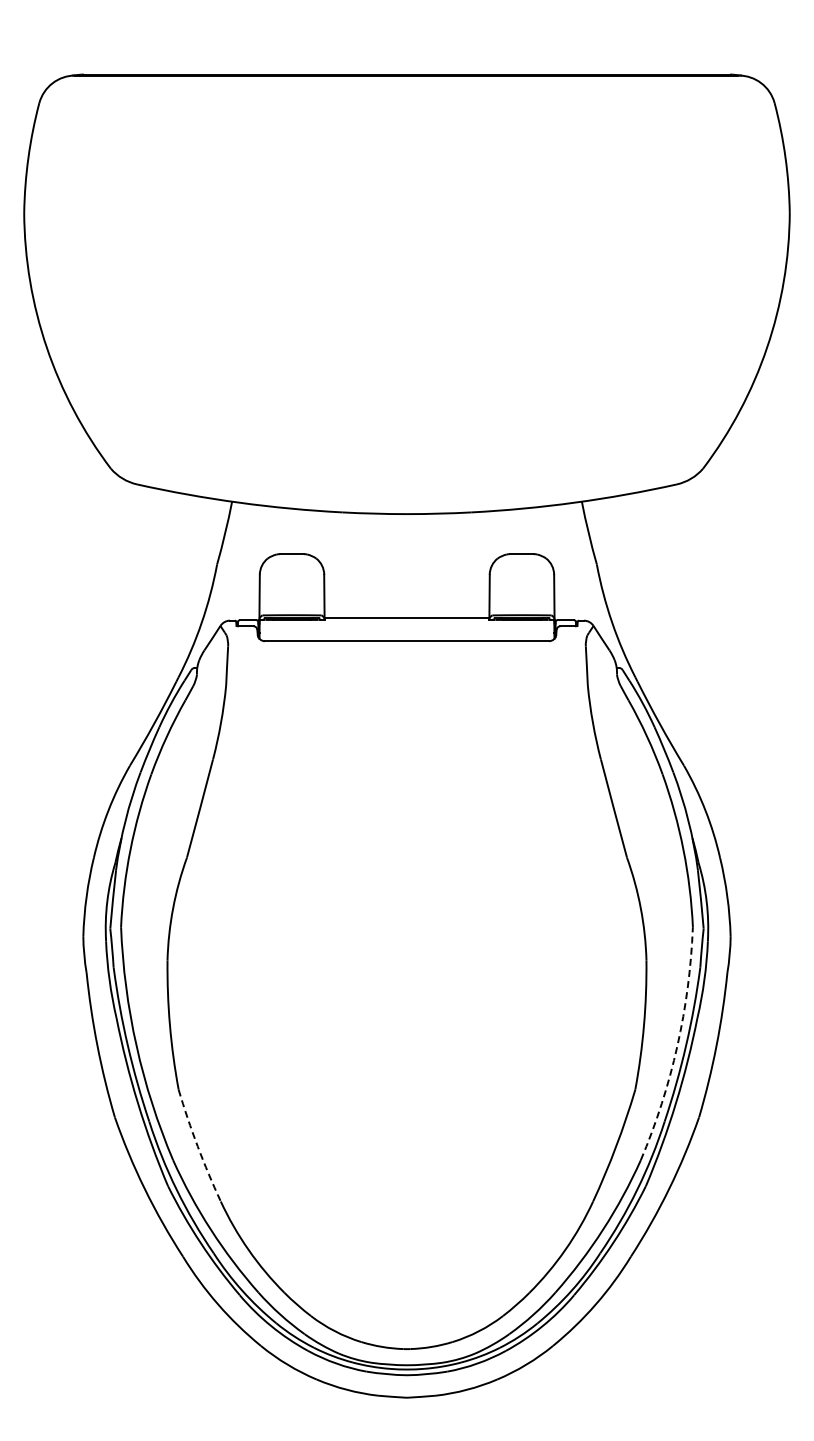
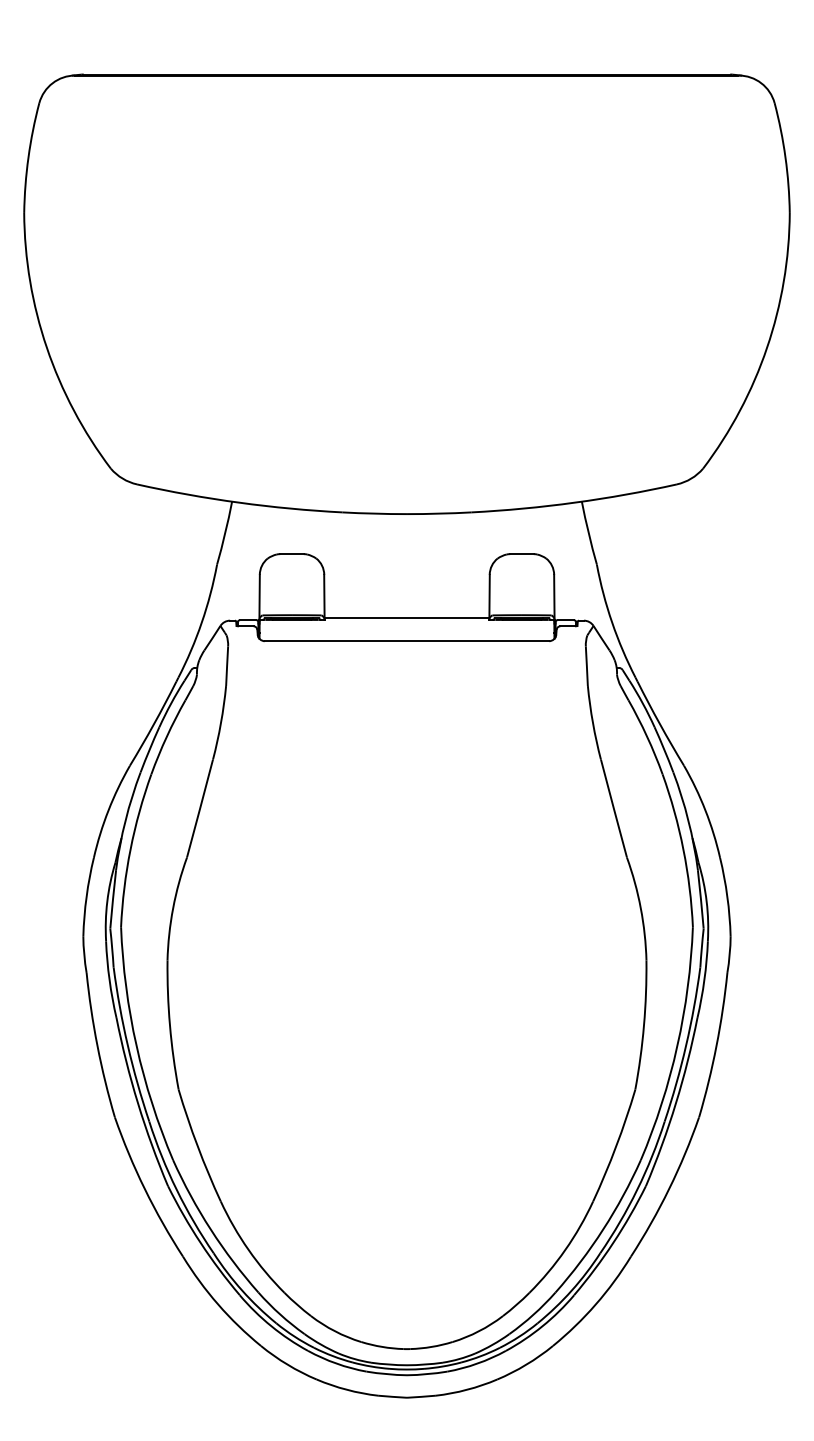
arc at (677, 1046): dashed -> solid
arc at (197, 1146): dashed -> solid
